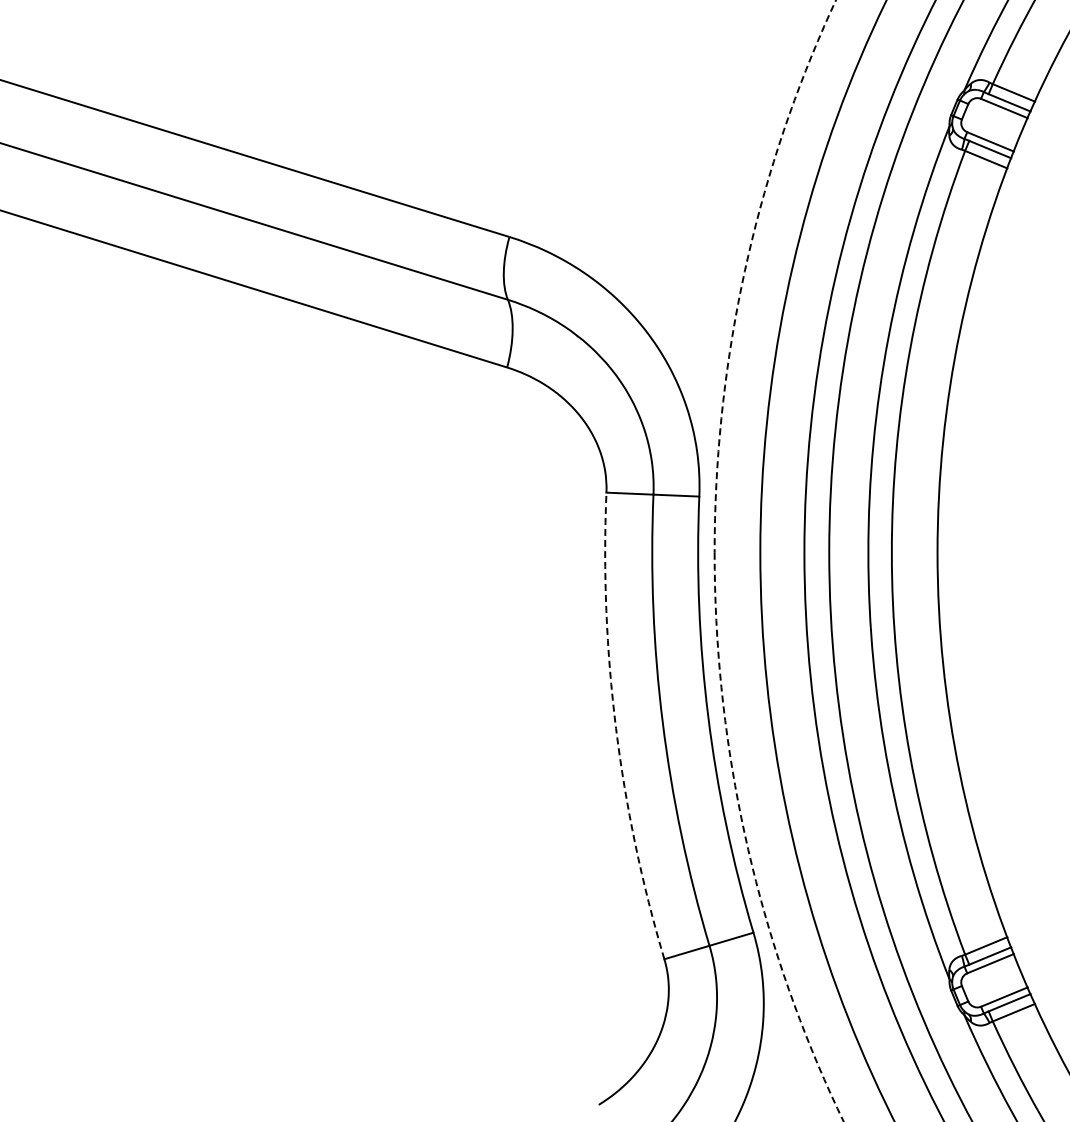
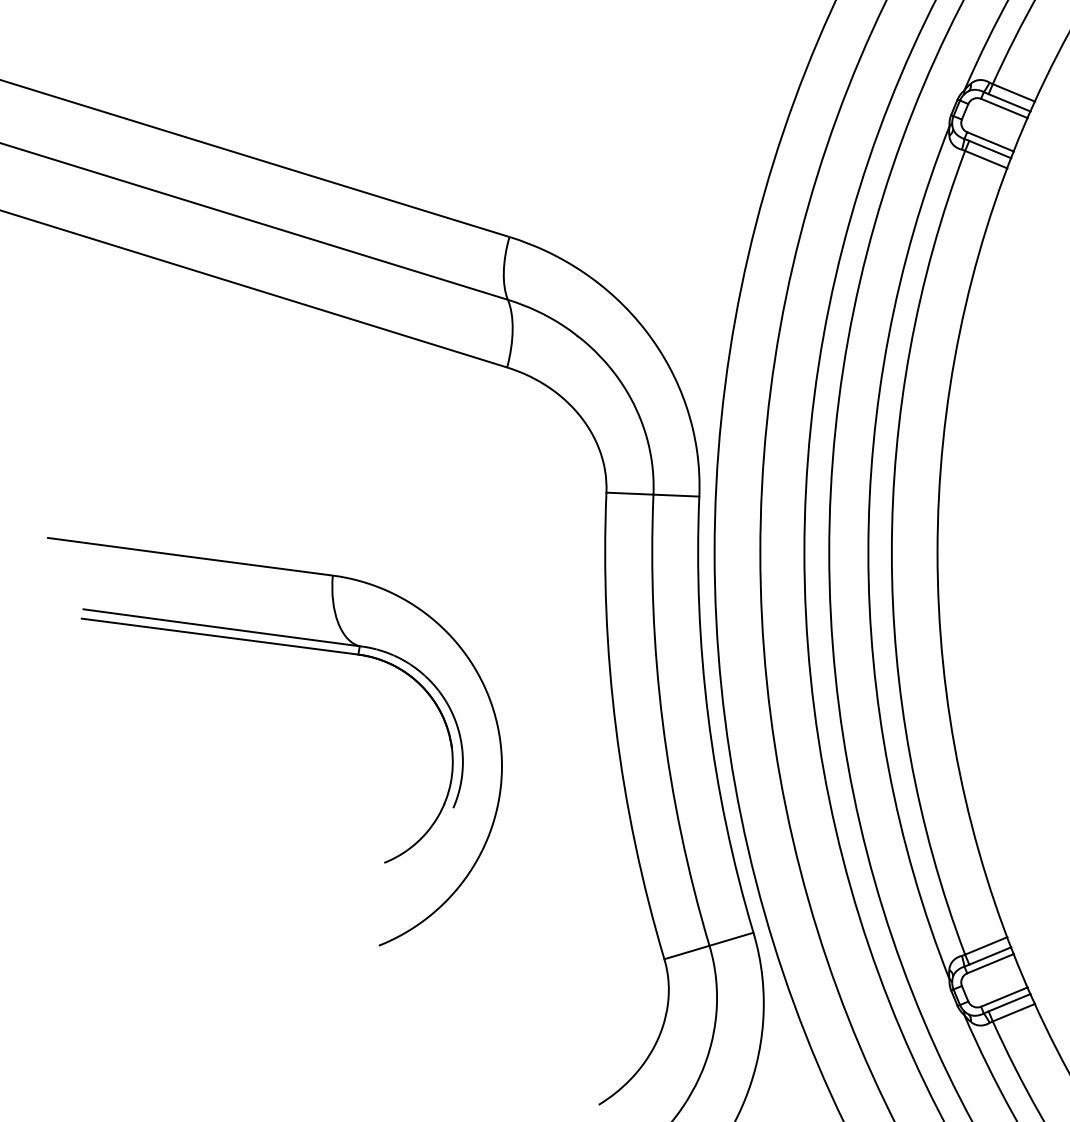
circle at (778, 560): dashed -> solid
part at (286, 646): none -> present
arc at (616, 728): dashed -> solid
